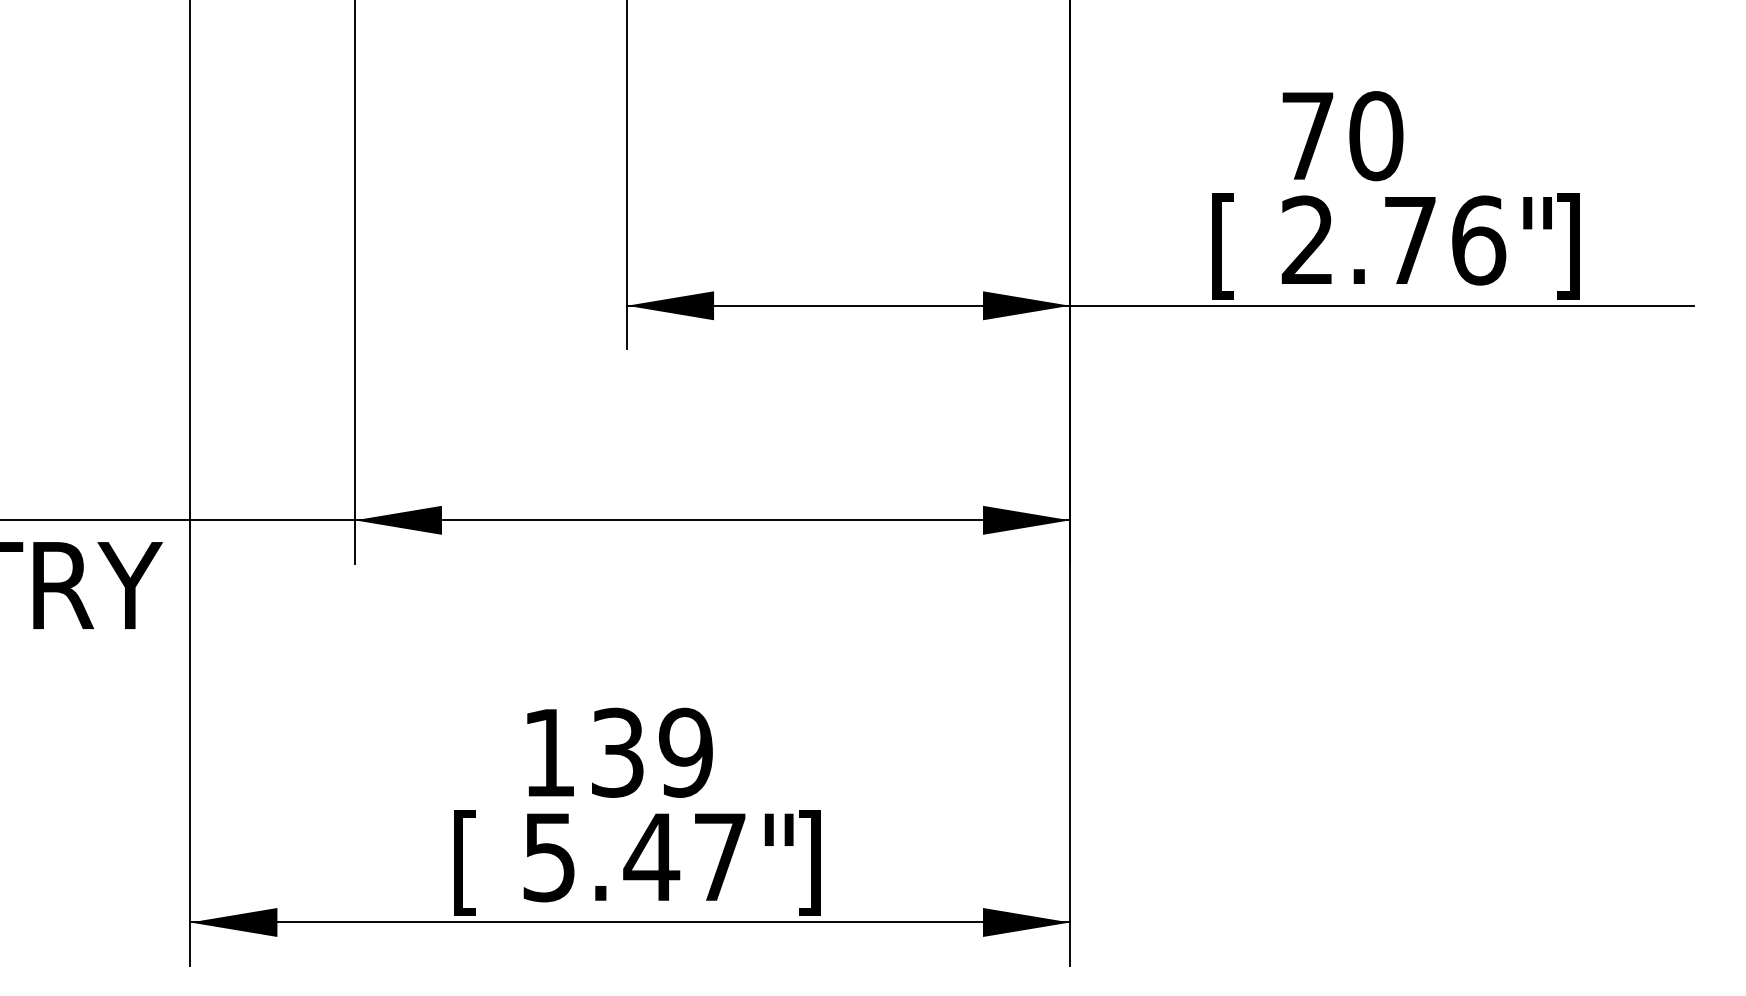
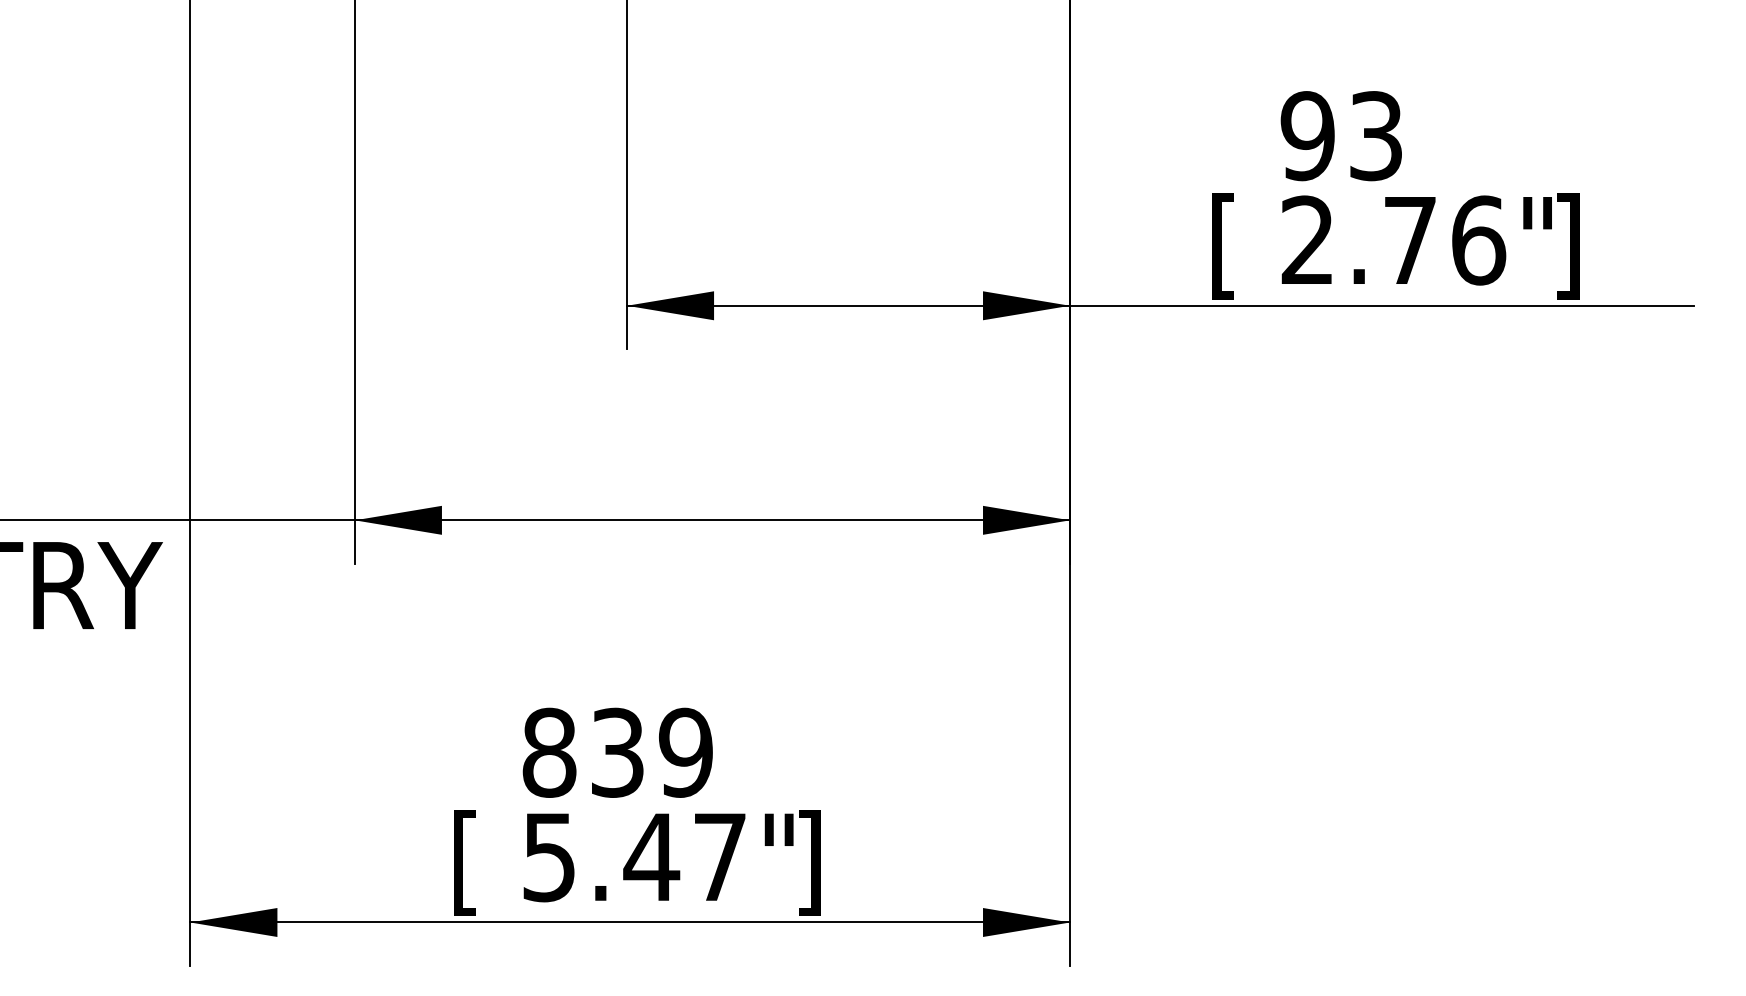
text at (1341, 136): 70 -> 93
text at (549, 752): 139 -> 839
